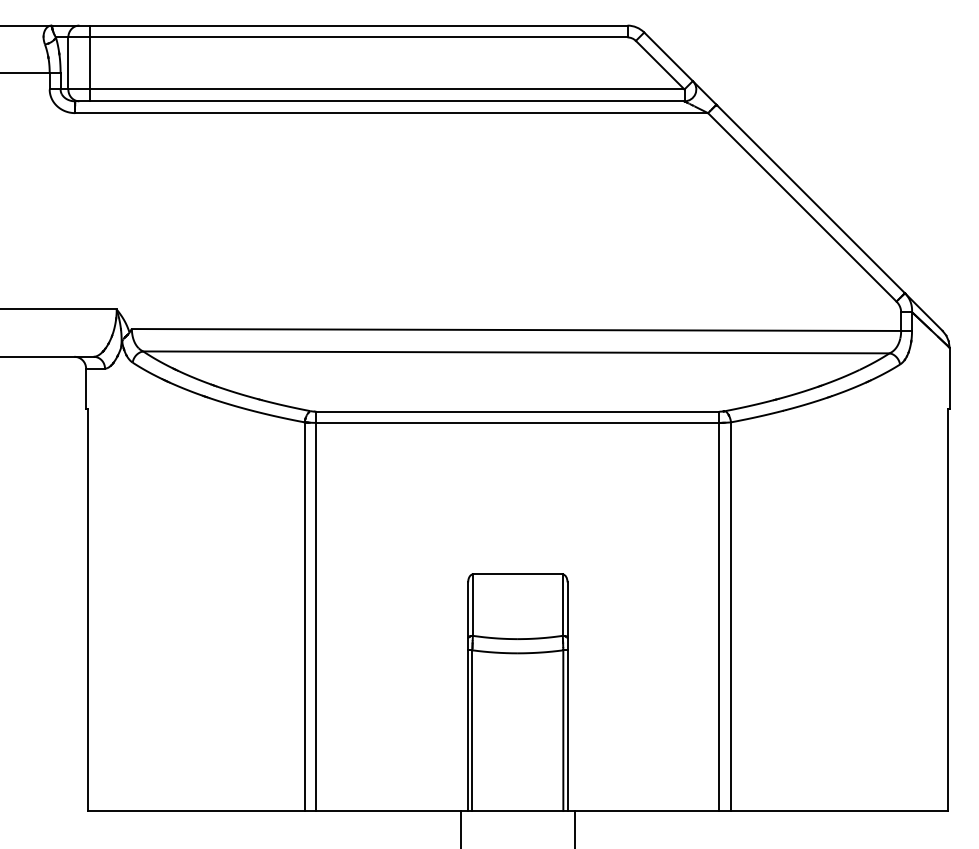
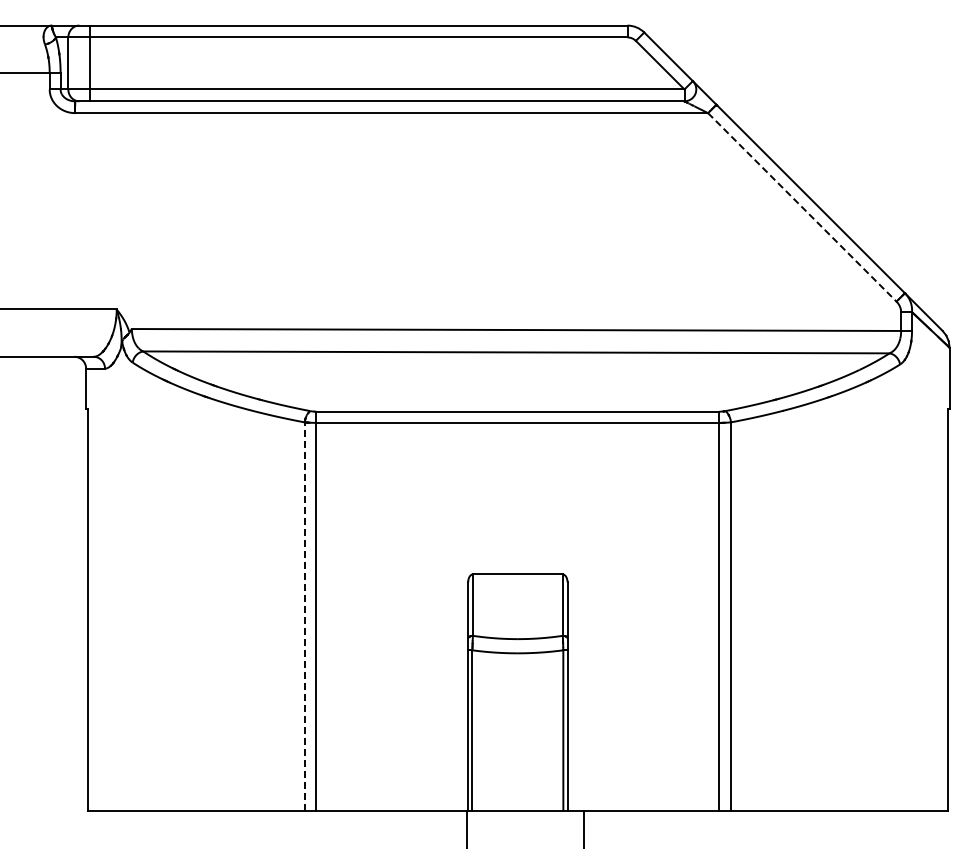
line at (802, 207): solid -> dashed
line at (304, 616): solid -> dashed
line at (461, 828) position: (461, 828) -> (467, 828)
line at (574, 828) position: (574, 828) -> (583, 828)
